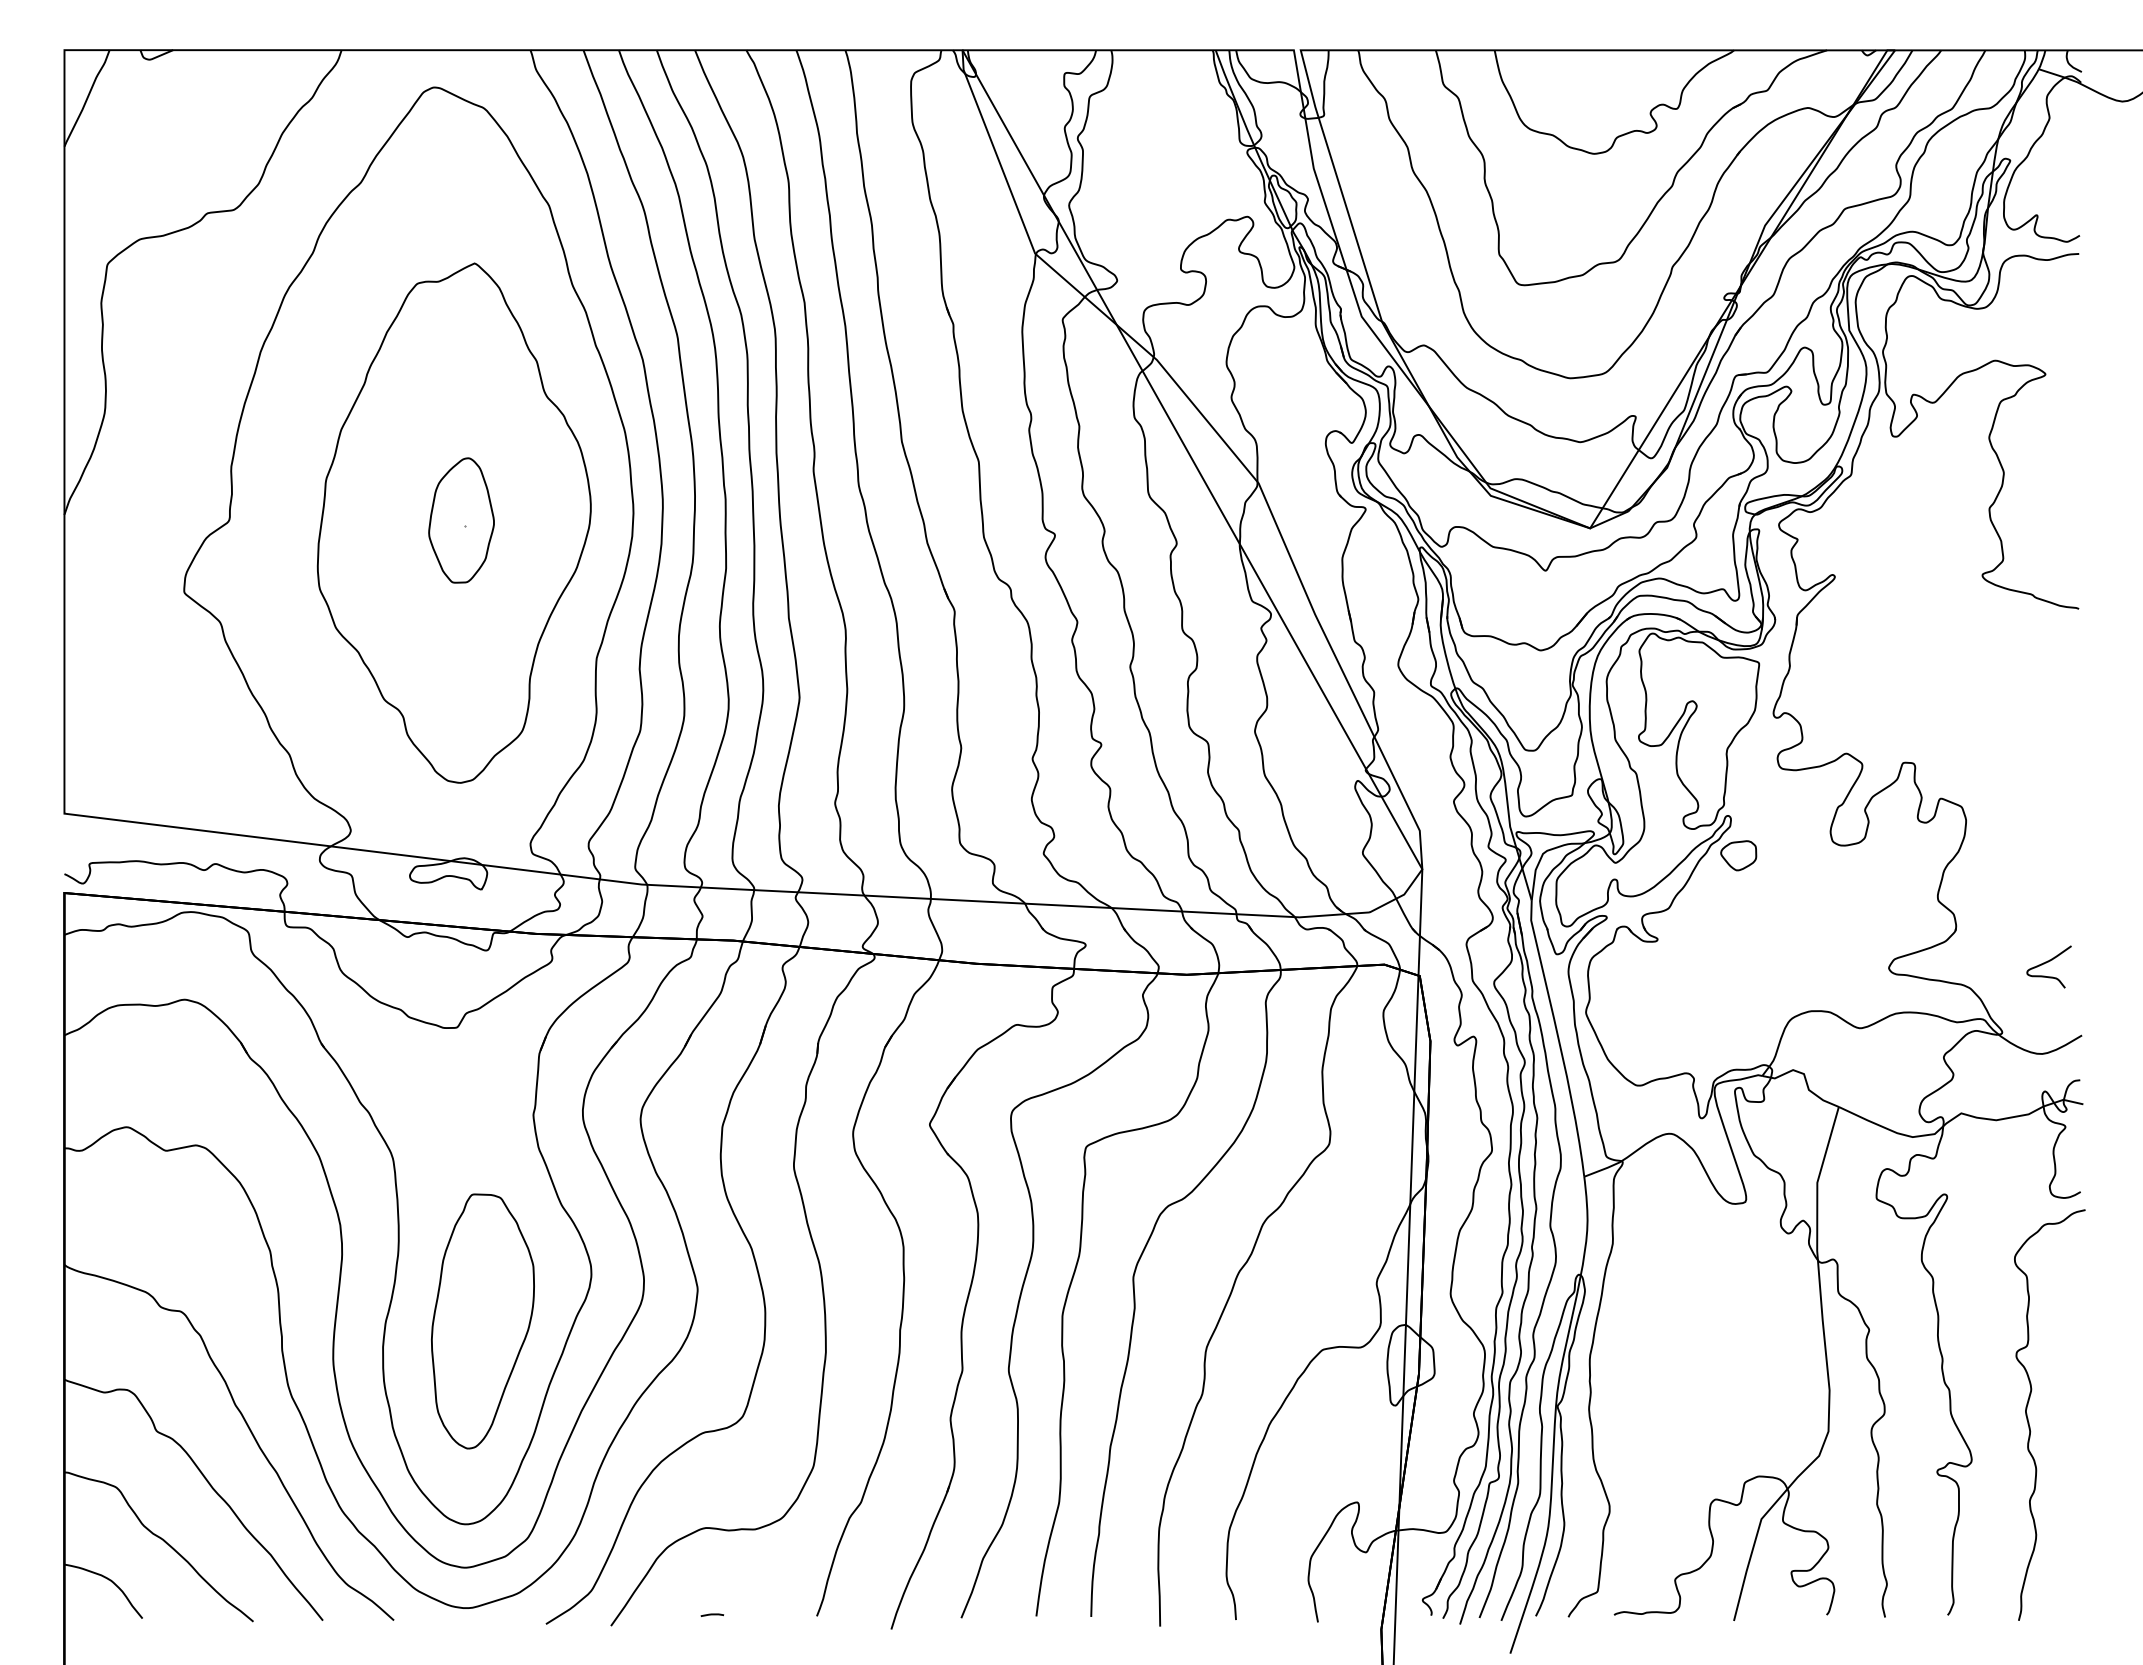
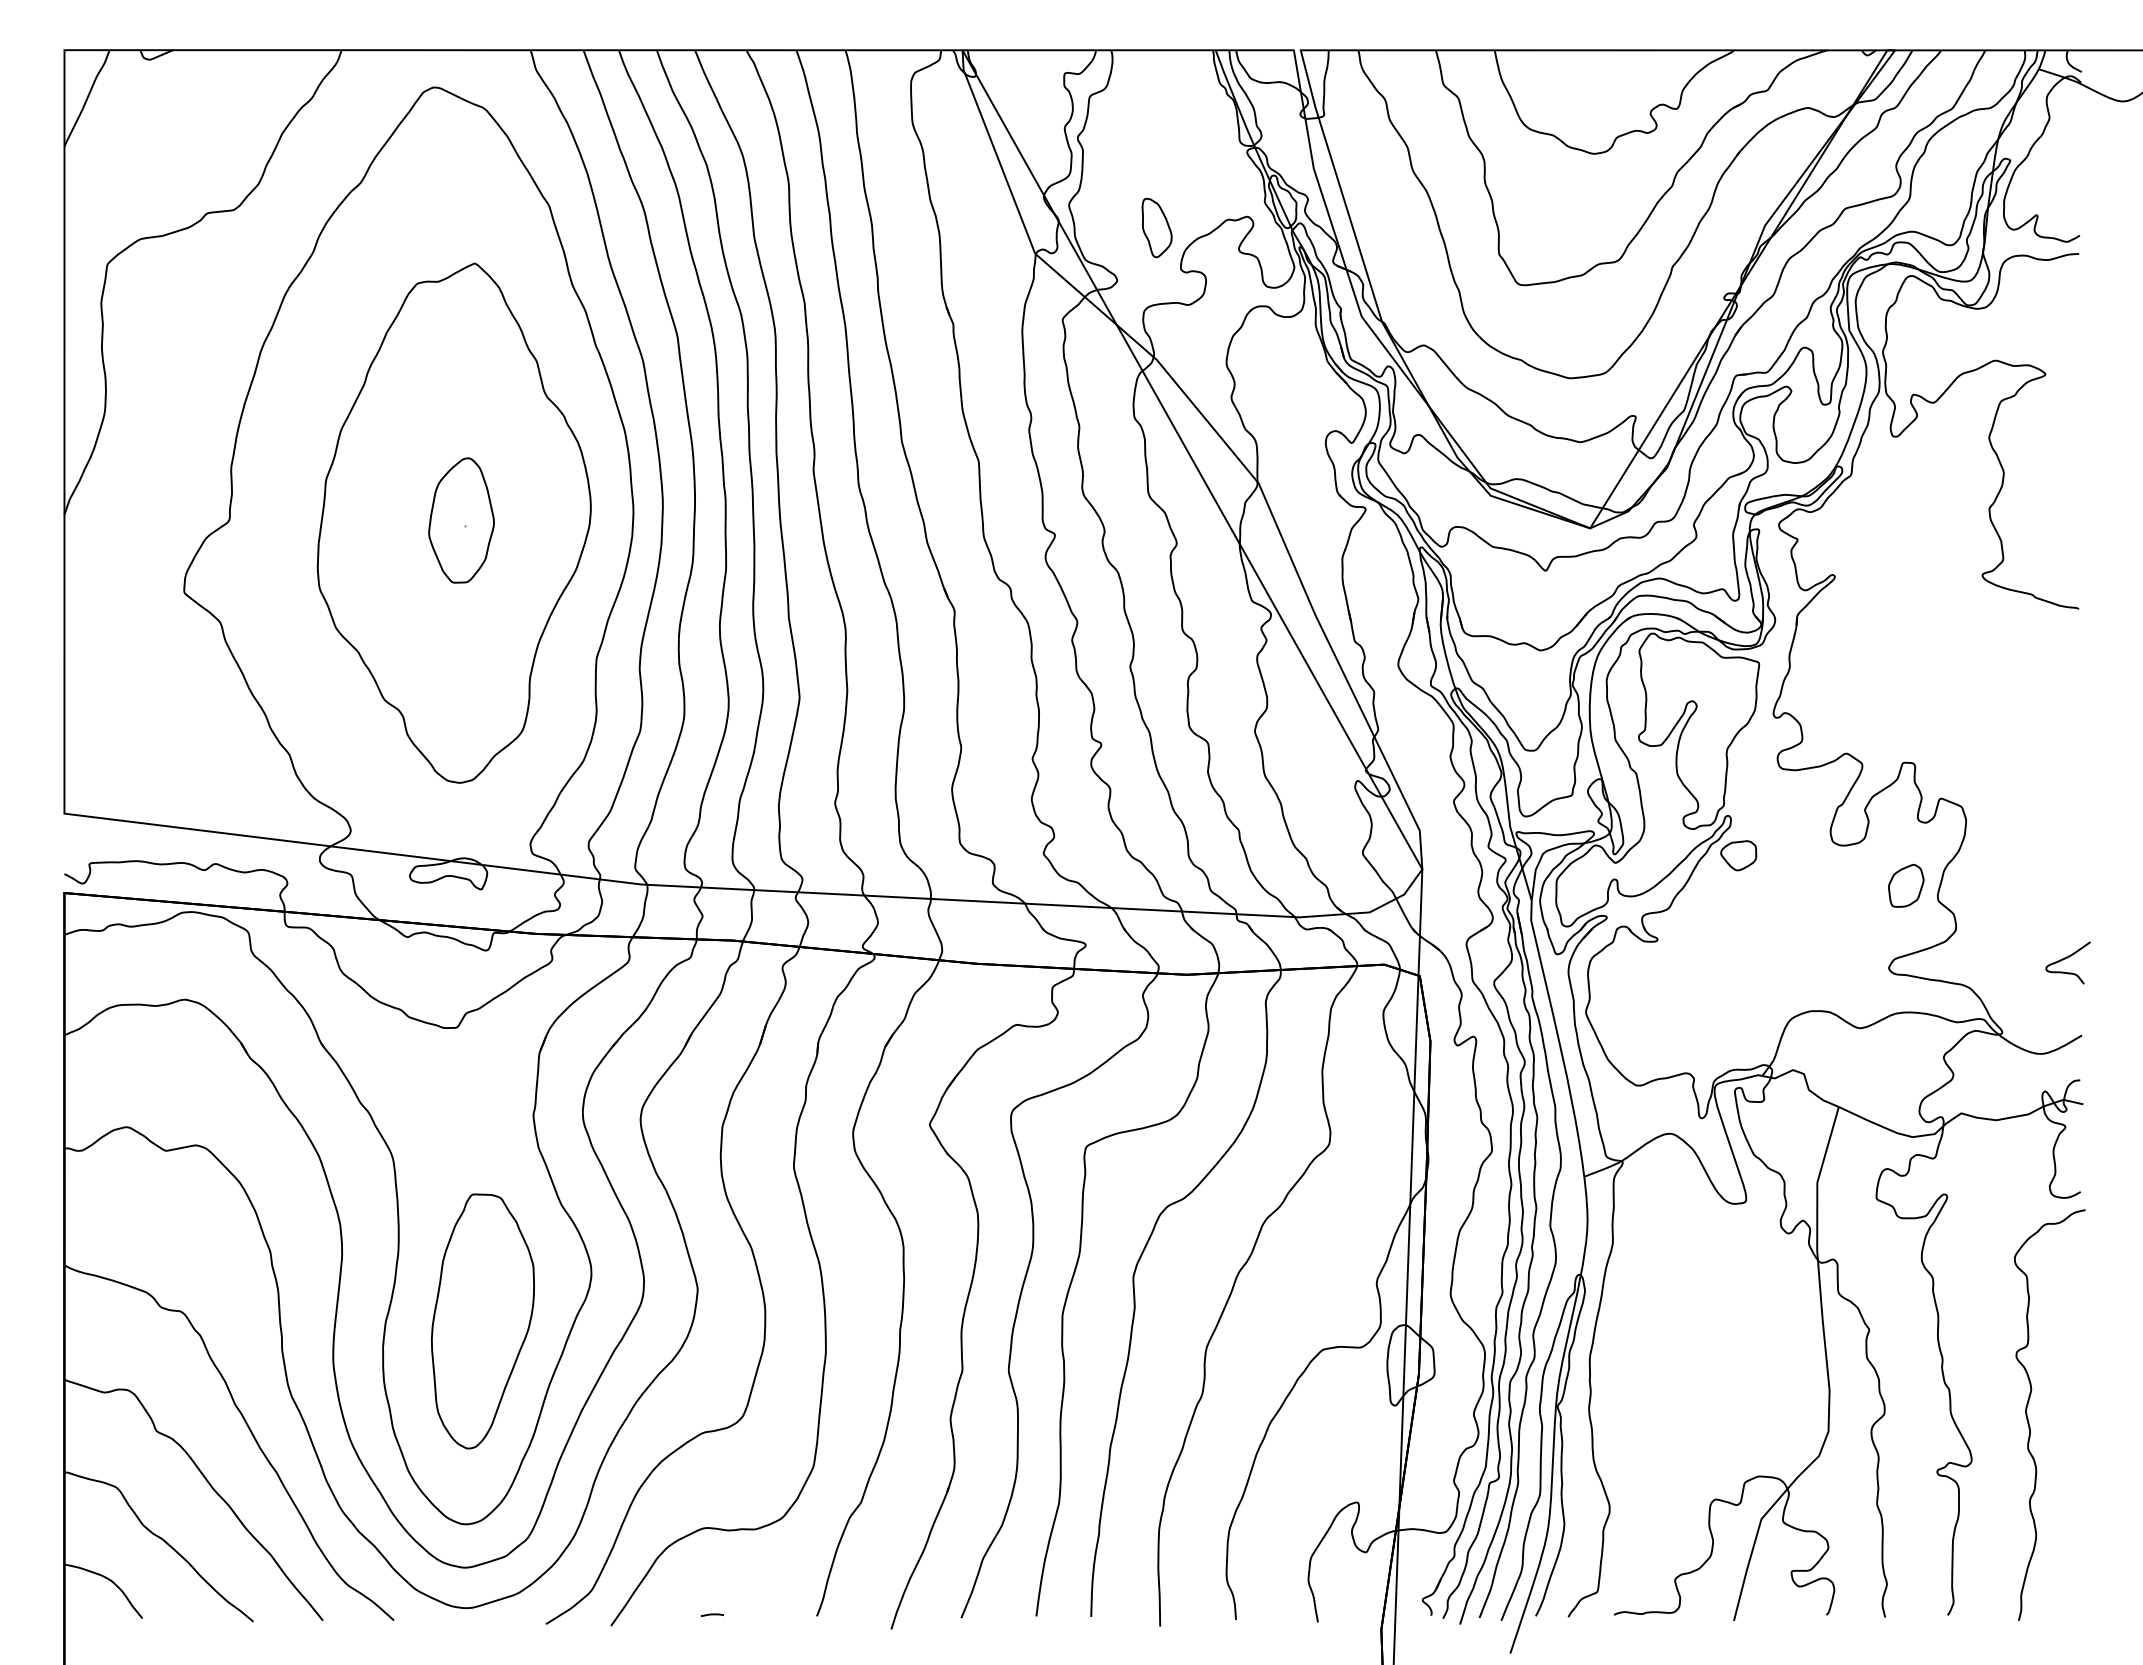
part at (1156, 227): none -> present
part at (1906, 885): none -> present
curve at (2046, 963) position: (2046, 963) -> (2065, 959)
